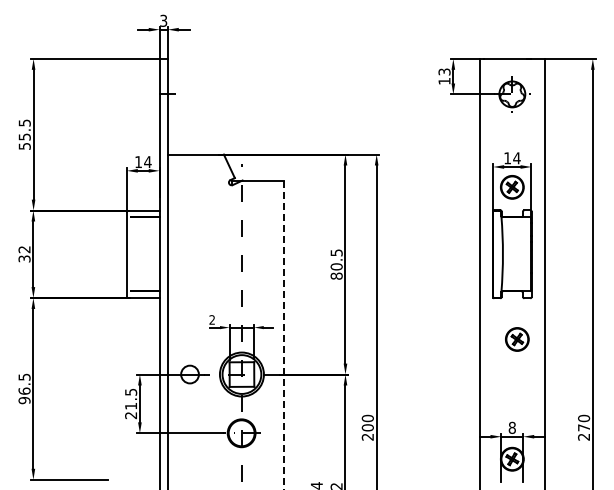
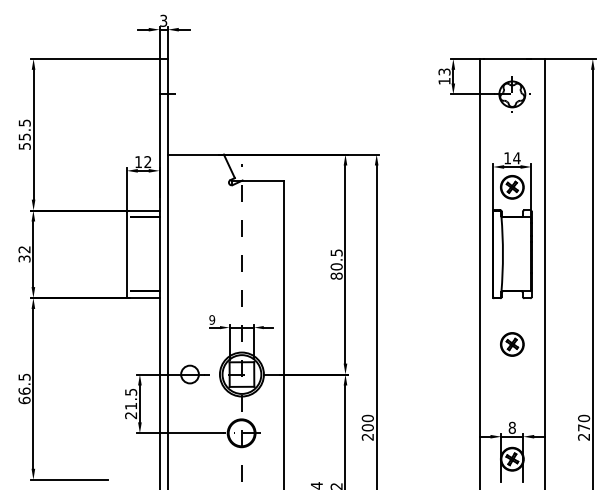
text at (147, 161): 14 -> 12
text at (212, 319): 2 -> 9
line at (284, 335): dashed -> solid
part at (517, 339) position: (517, 339) -> (512, 344)
text at (24, 400): 96.5 -> 66.5
